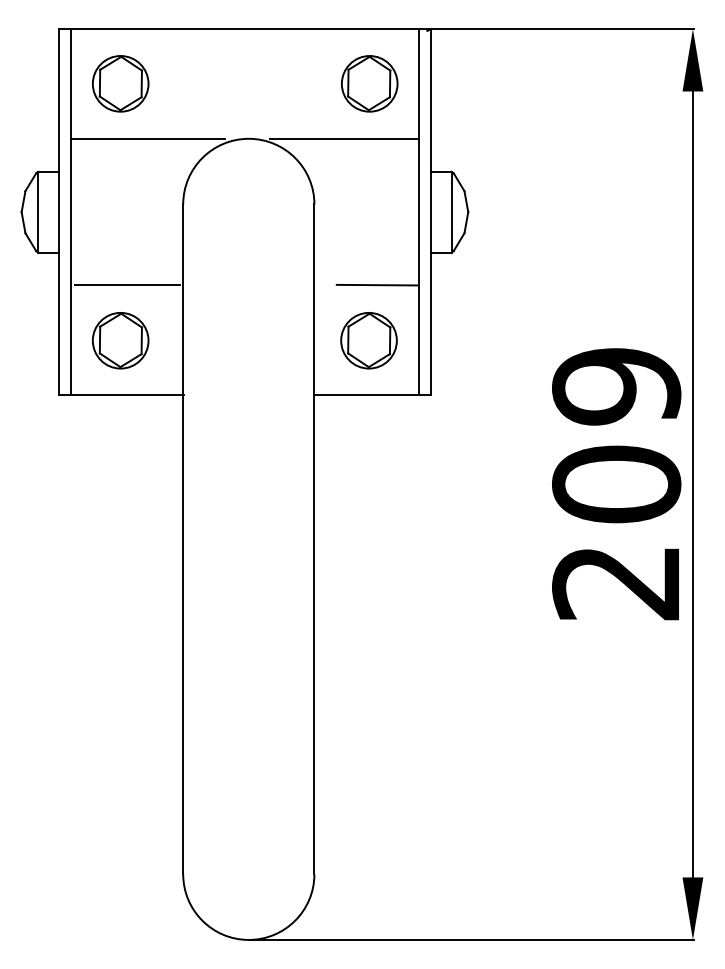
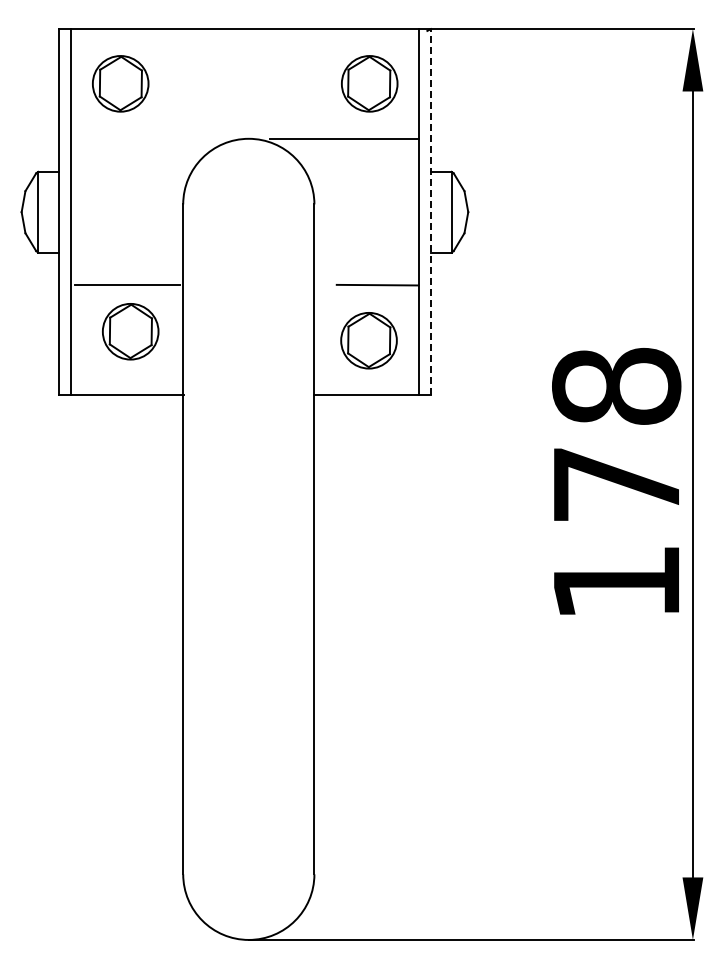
line at (147, 138): present -> none
line at (431, 211): solid -> dashed
part at (120, 340) position: (120, 340) -> (130, 331)
text at (616, 483): 209 -> 178
